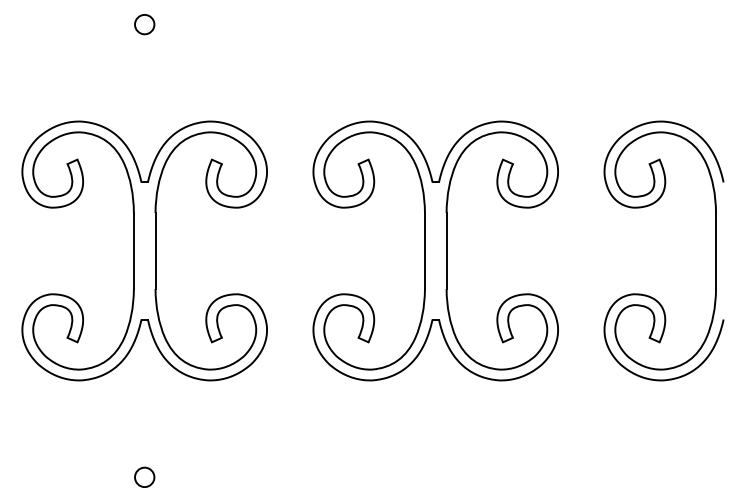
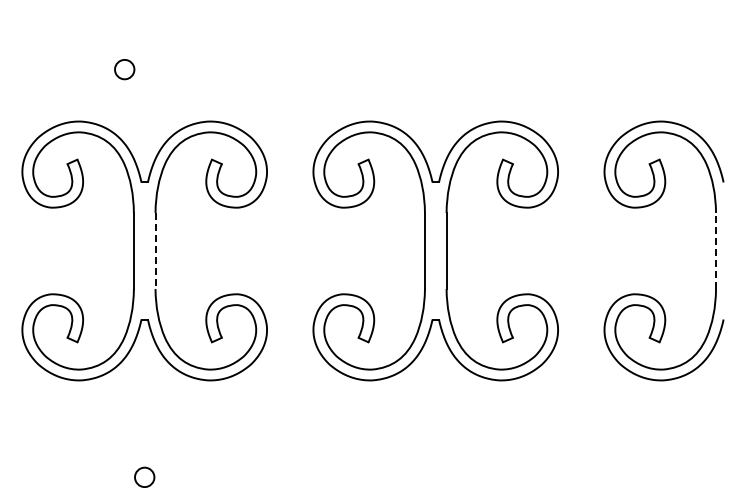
circle at (144, 24) position: (144, 24) -> (124, 69)
line at (716, 250): solid -> dashed
line at (155, 251): solid -> dashed
